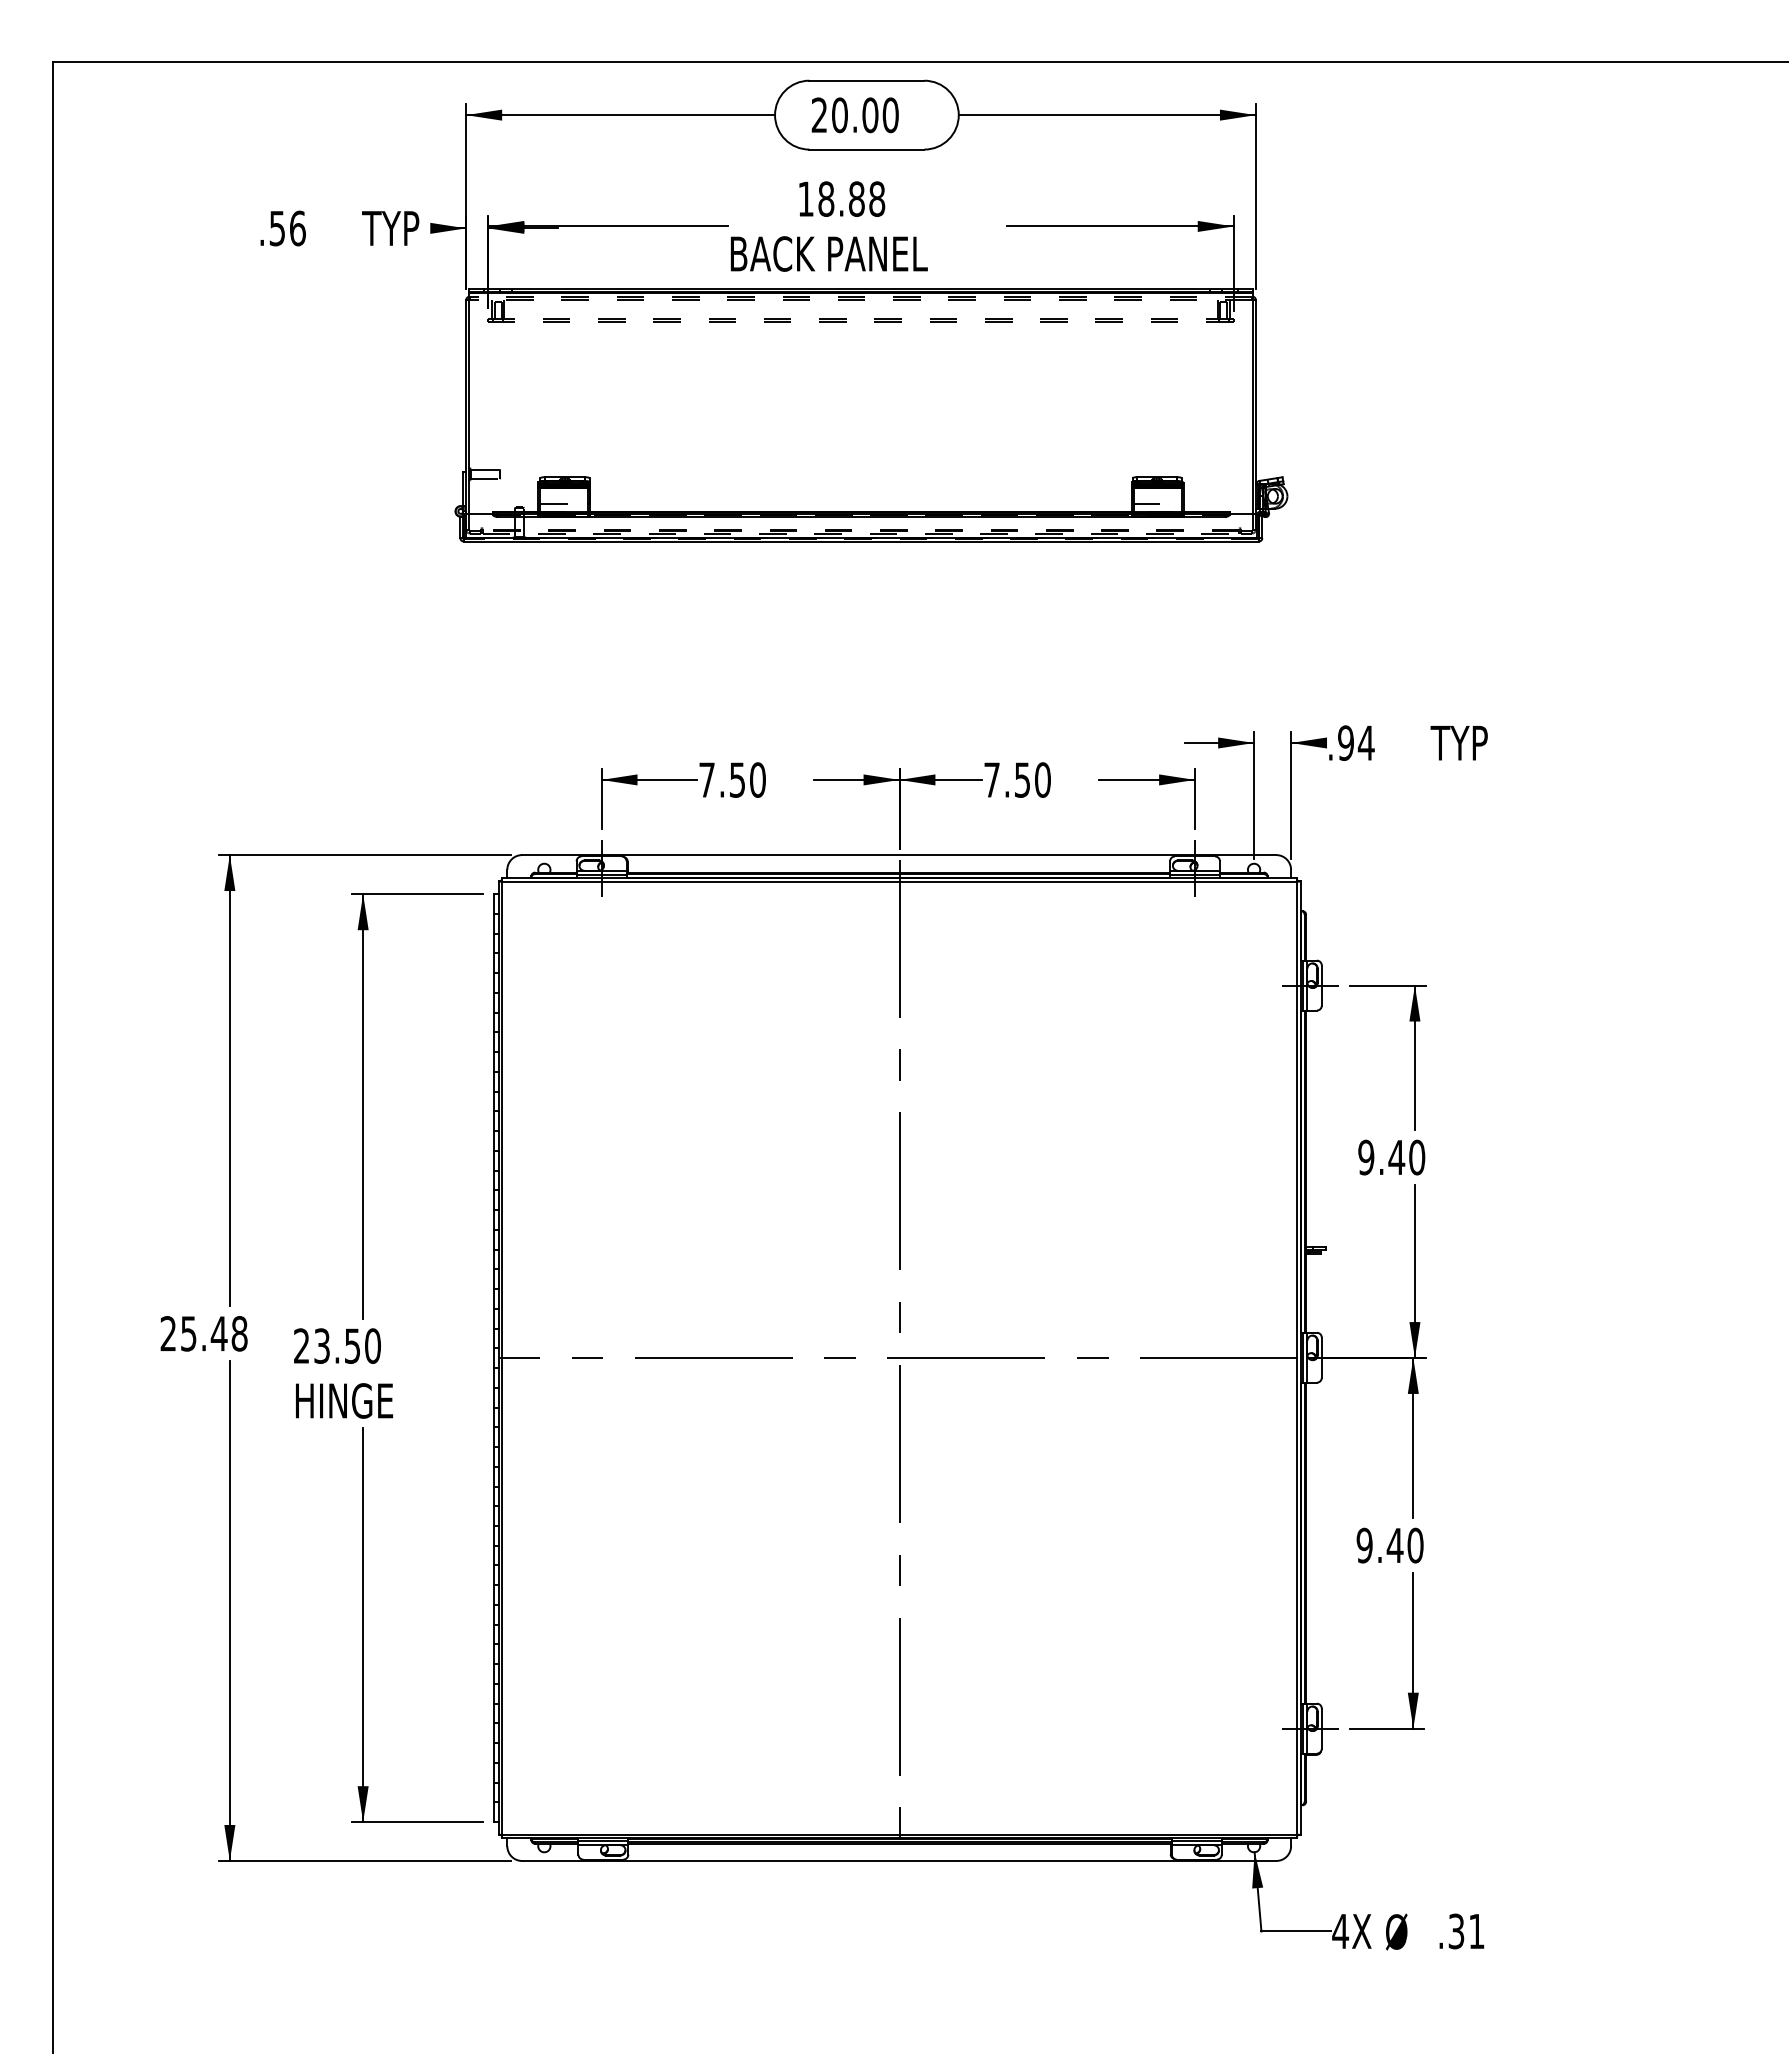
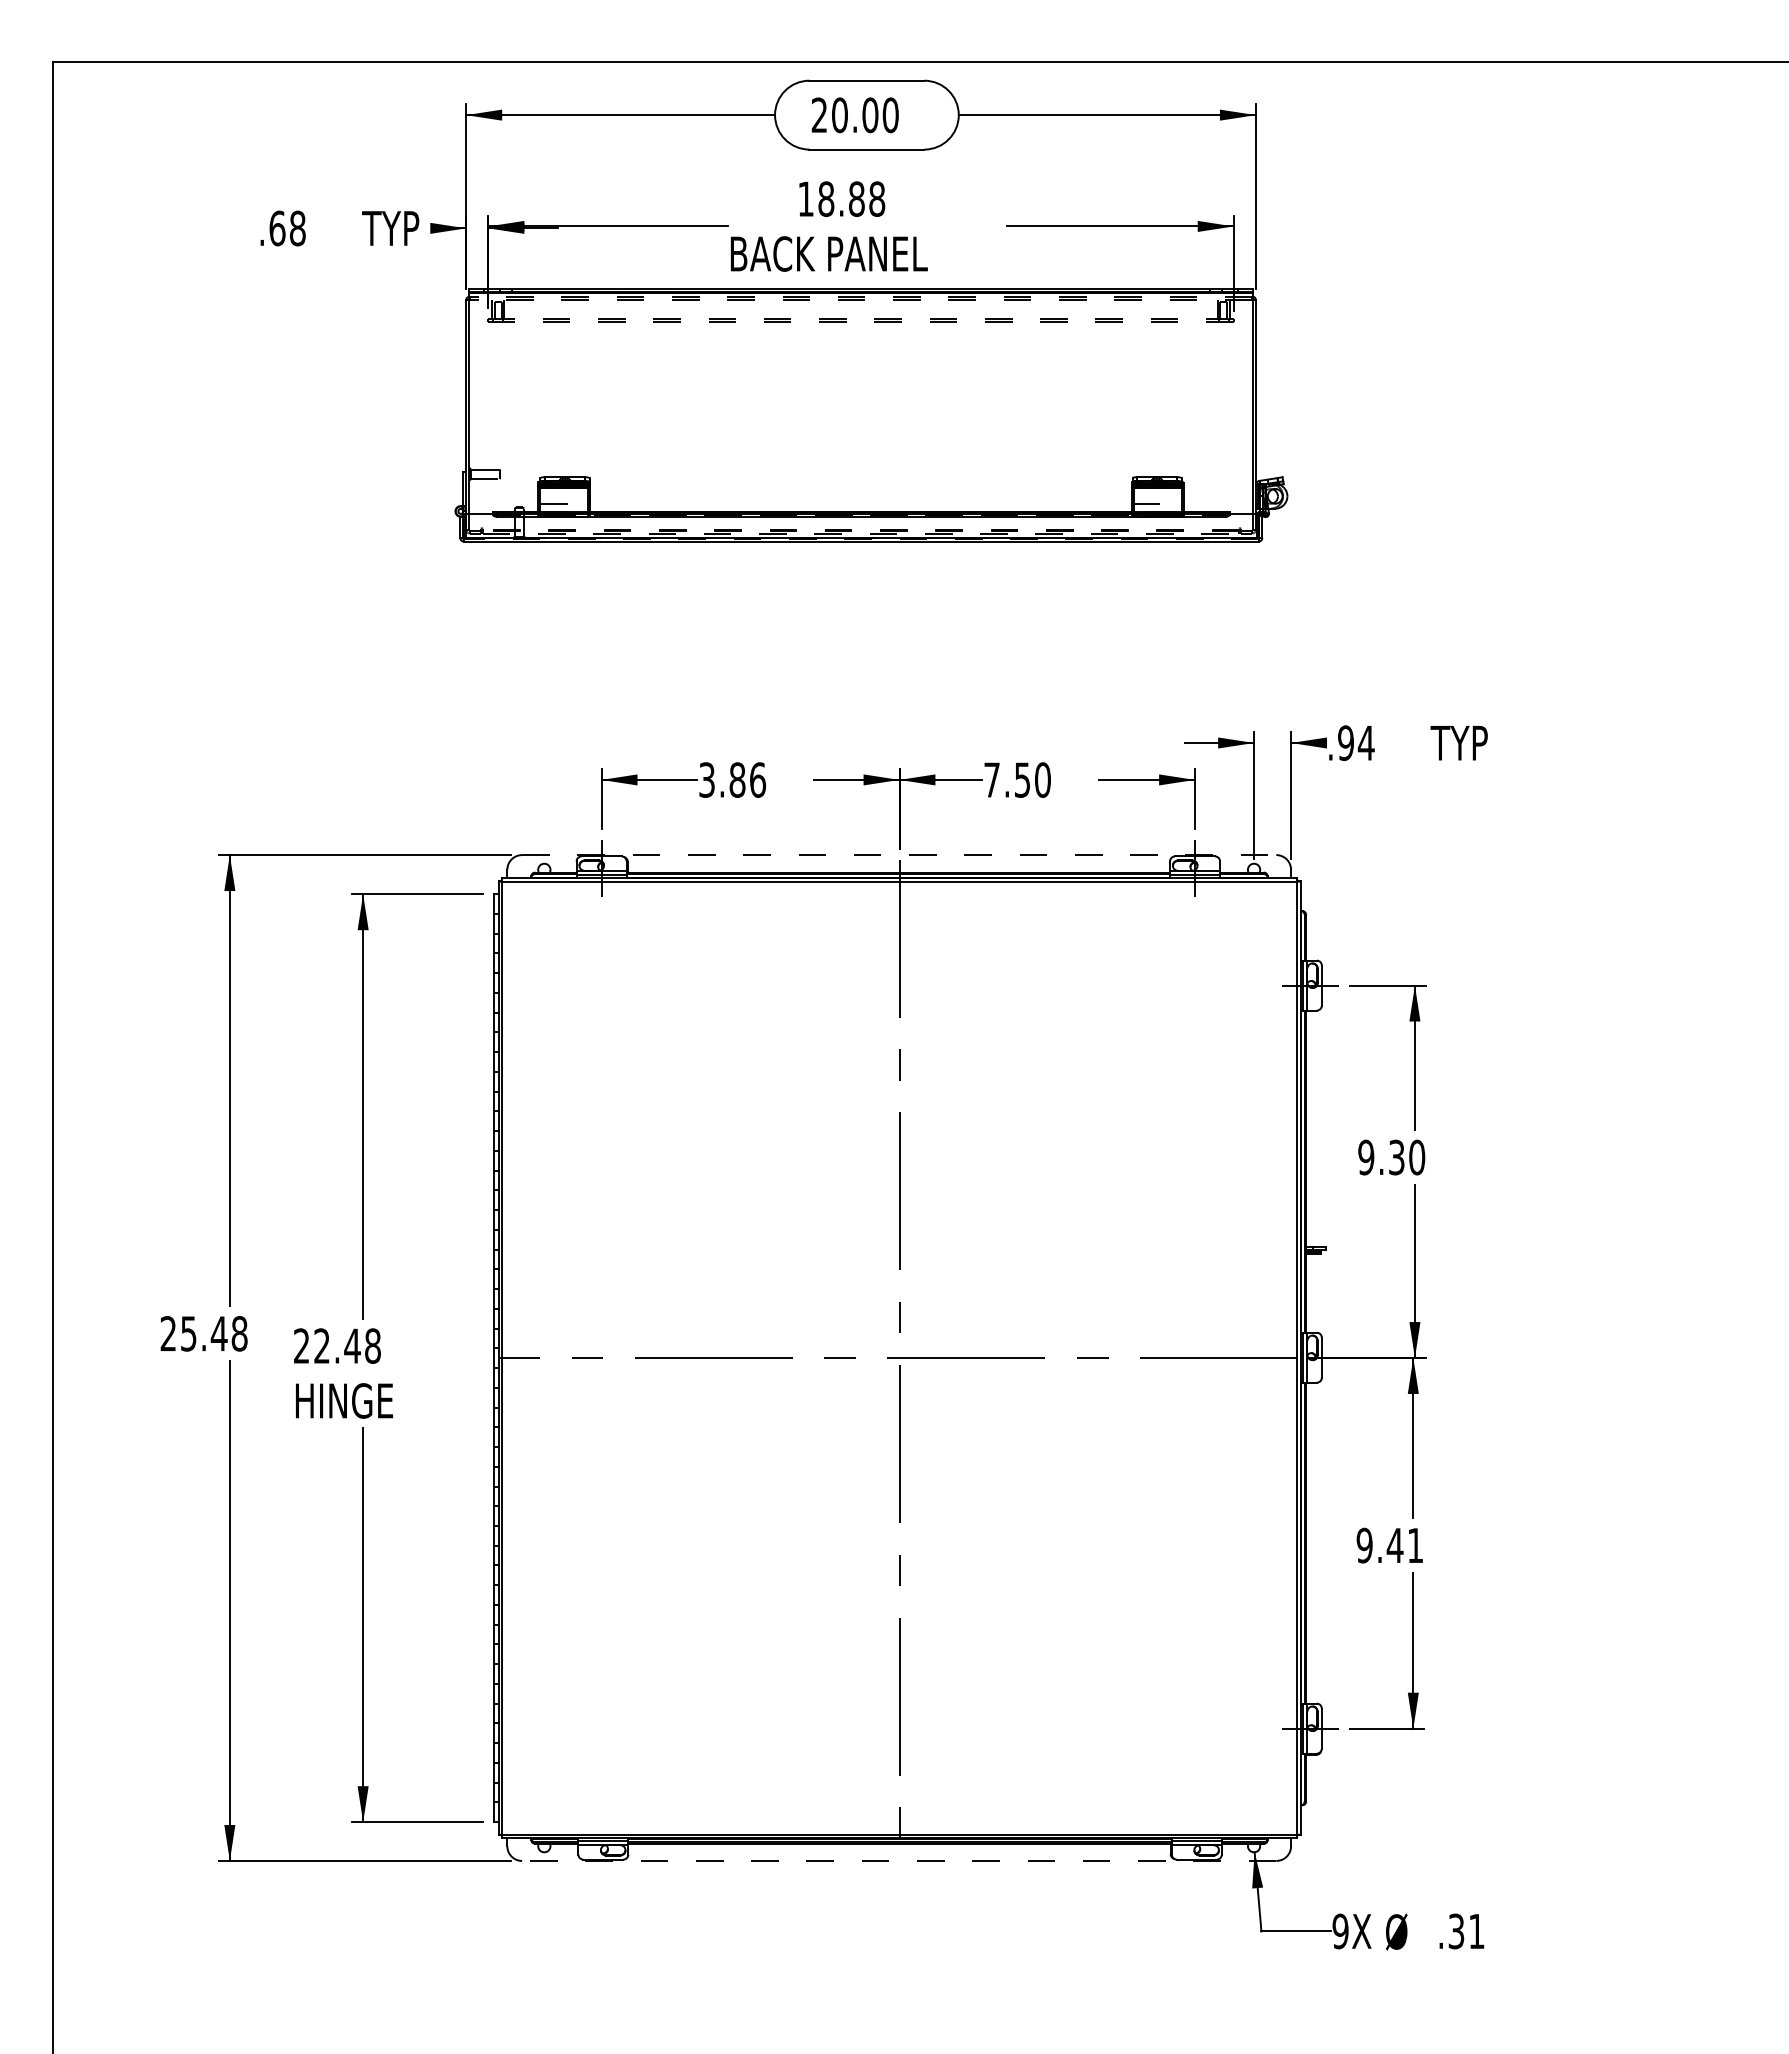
text at (287, 228): .56 -> .68
text at (732, 779): 7.50 -> 3.86
line at (899, 855): solid -> dashed
text at (1396, 1157): 9.40 -> 9.30
text at (347, 1345): 23.50 -> 22.48
text at (1415, 1545): 9.40 -> 9.41
line at (898, 1860): solid -> dashed
text at (1340, 1931): 4X -> 9X
